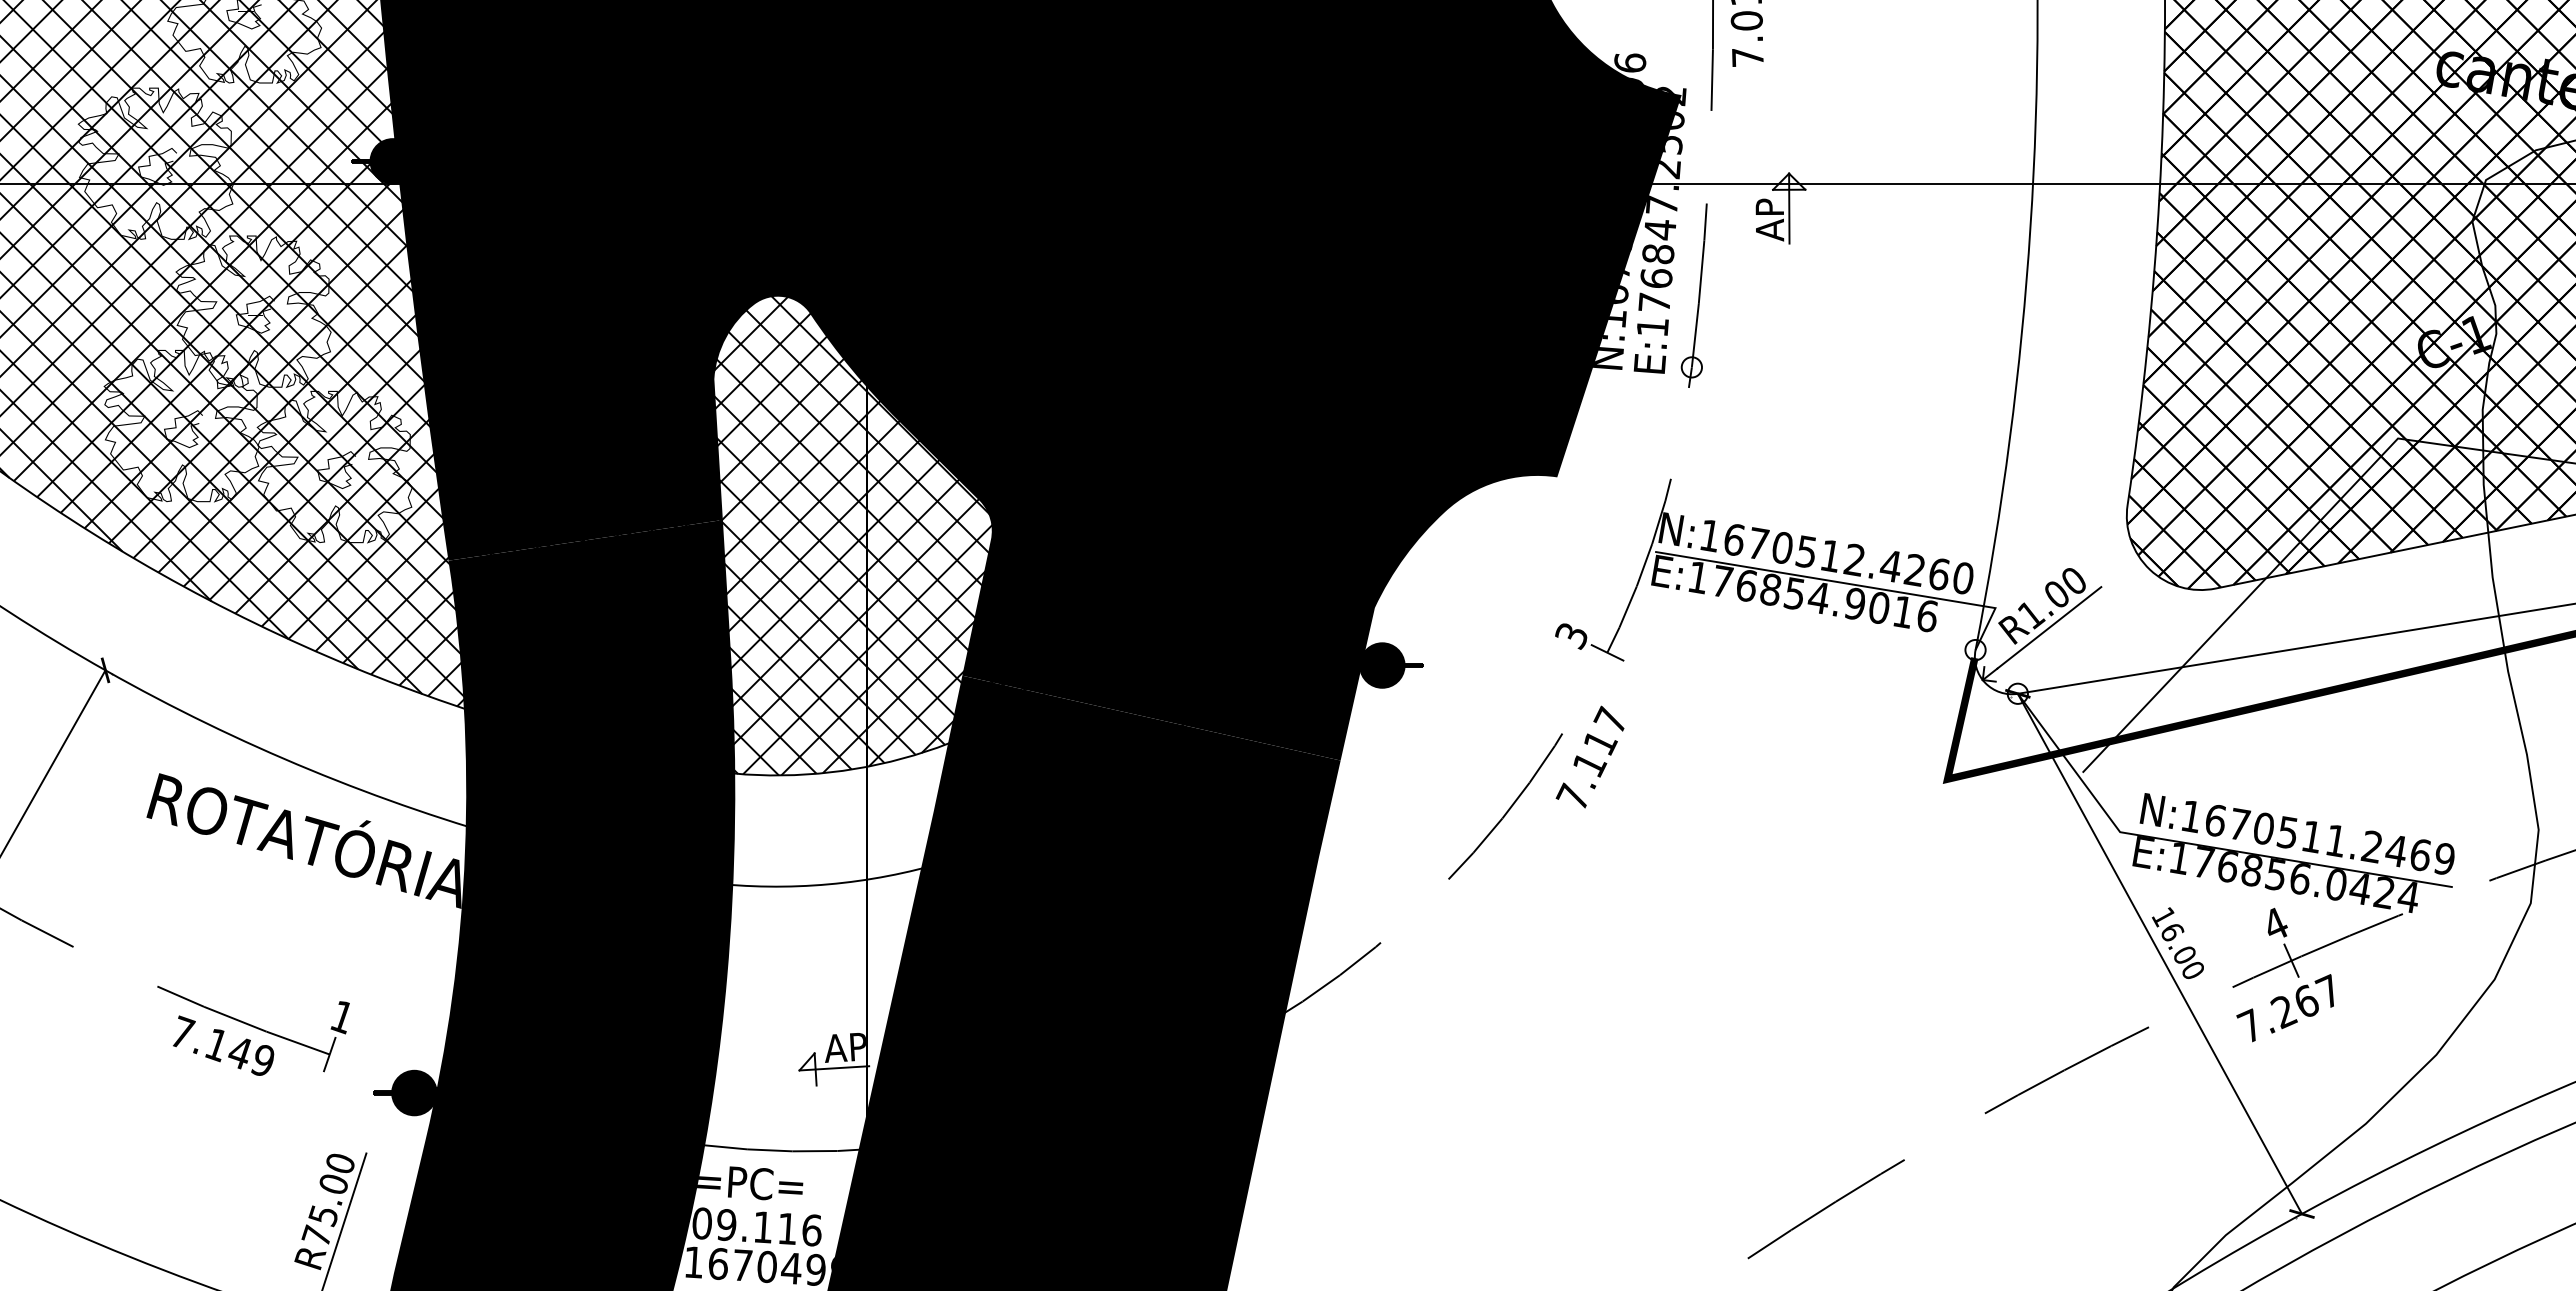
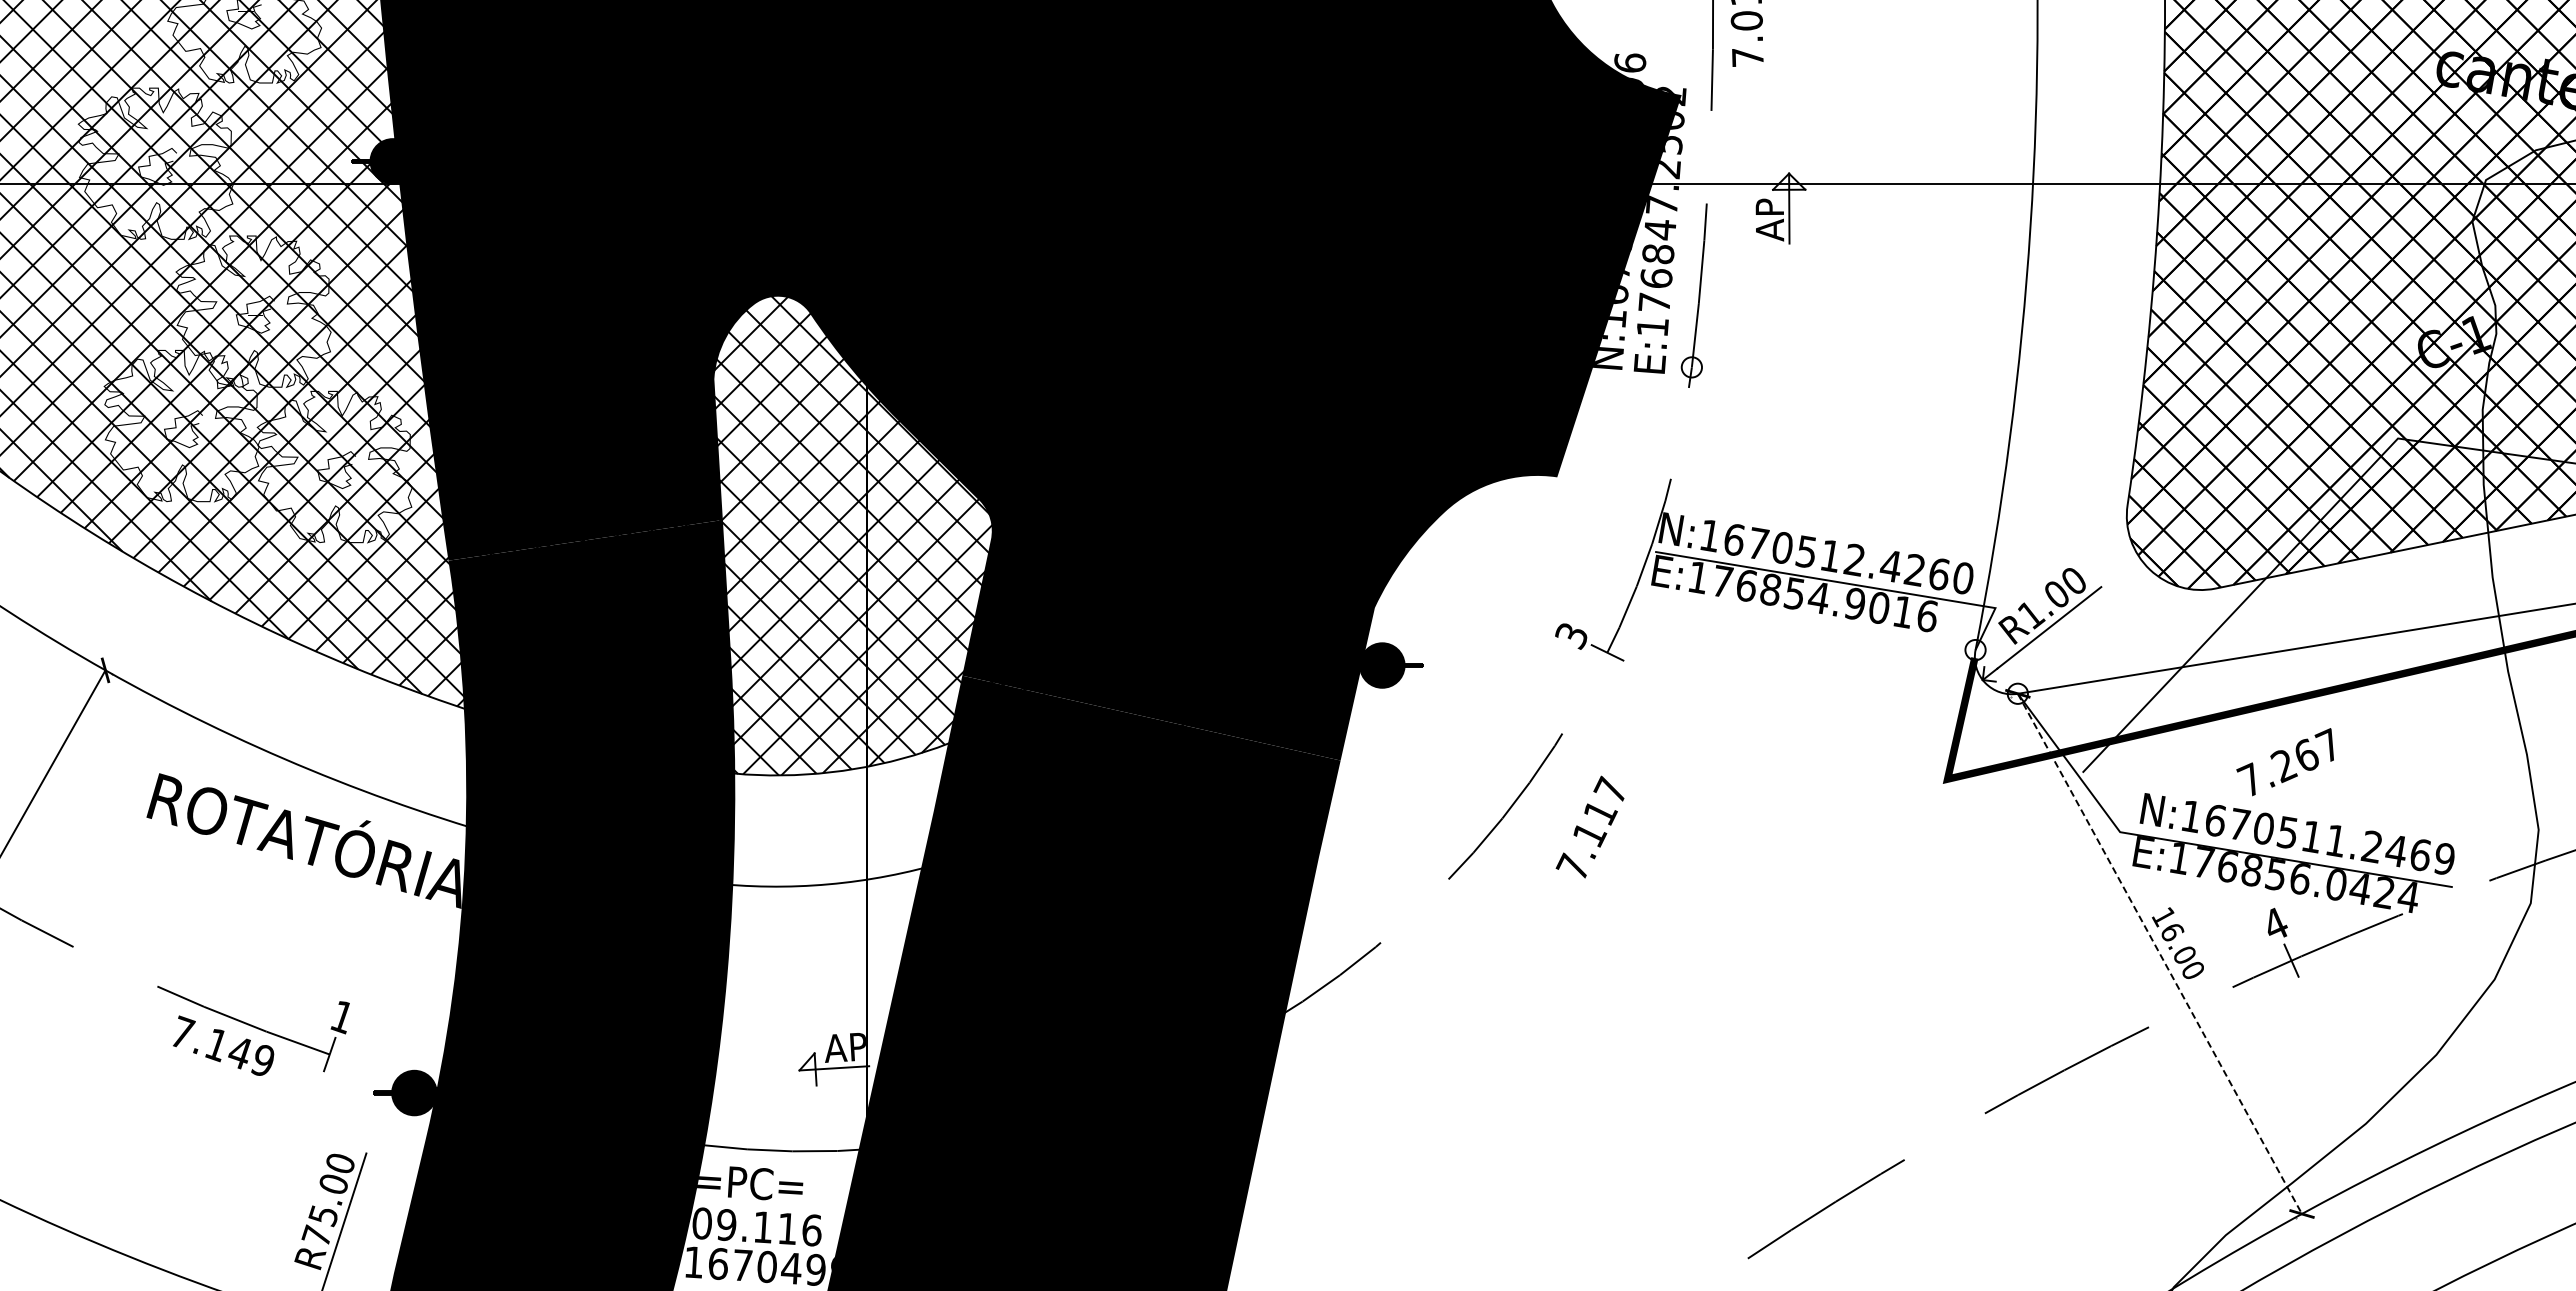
text at (1589, 756) position: (1589, 756) -> (1589, 826)
line at (2160, 954): solid -> dashed
text at (2284, 1008) position: (2284, 1008) -> (2284, 762)
